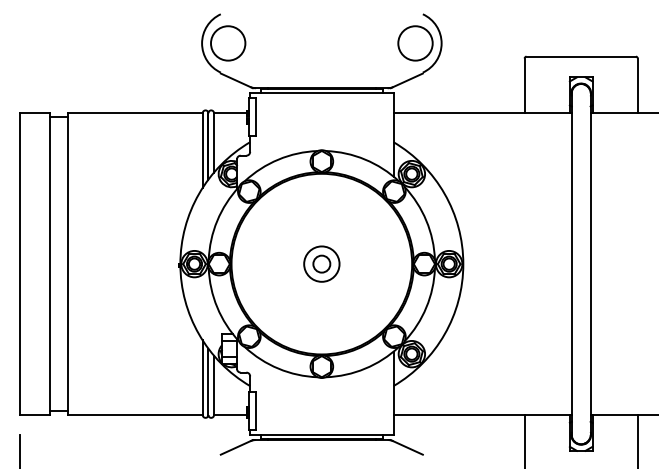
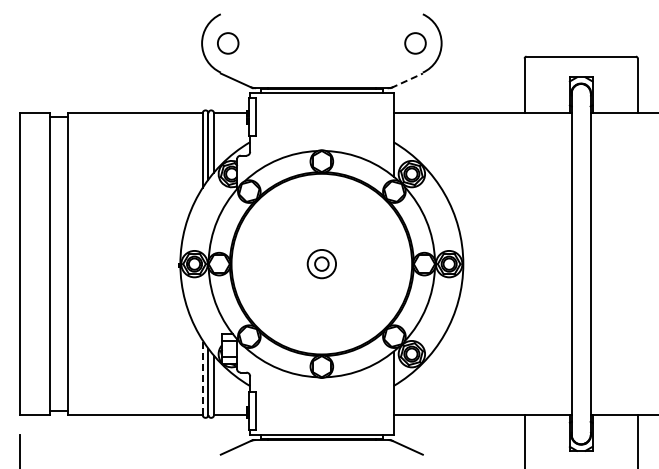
circle at (228, 43) diameter: 34 px -> 21 px
circle at (415, 43) diameter: 34 px -> 21 px
line at (406, 80): solid -> dashed
part at (321, 263) size: 38x38 px -> 31x31 px
line at (202, 377): solid -> dashed
